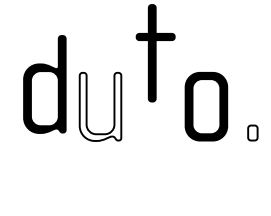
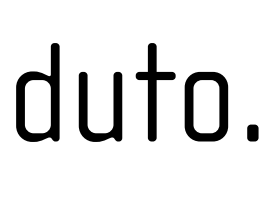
part at (155, 53) position: (155, 53) -> (155, 92)
part at (44, 84) position: (44, 84) -> (37, 92)
fill at (100, 106): none -> present
fill at (252, 132): none -> present
